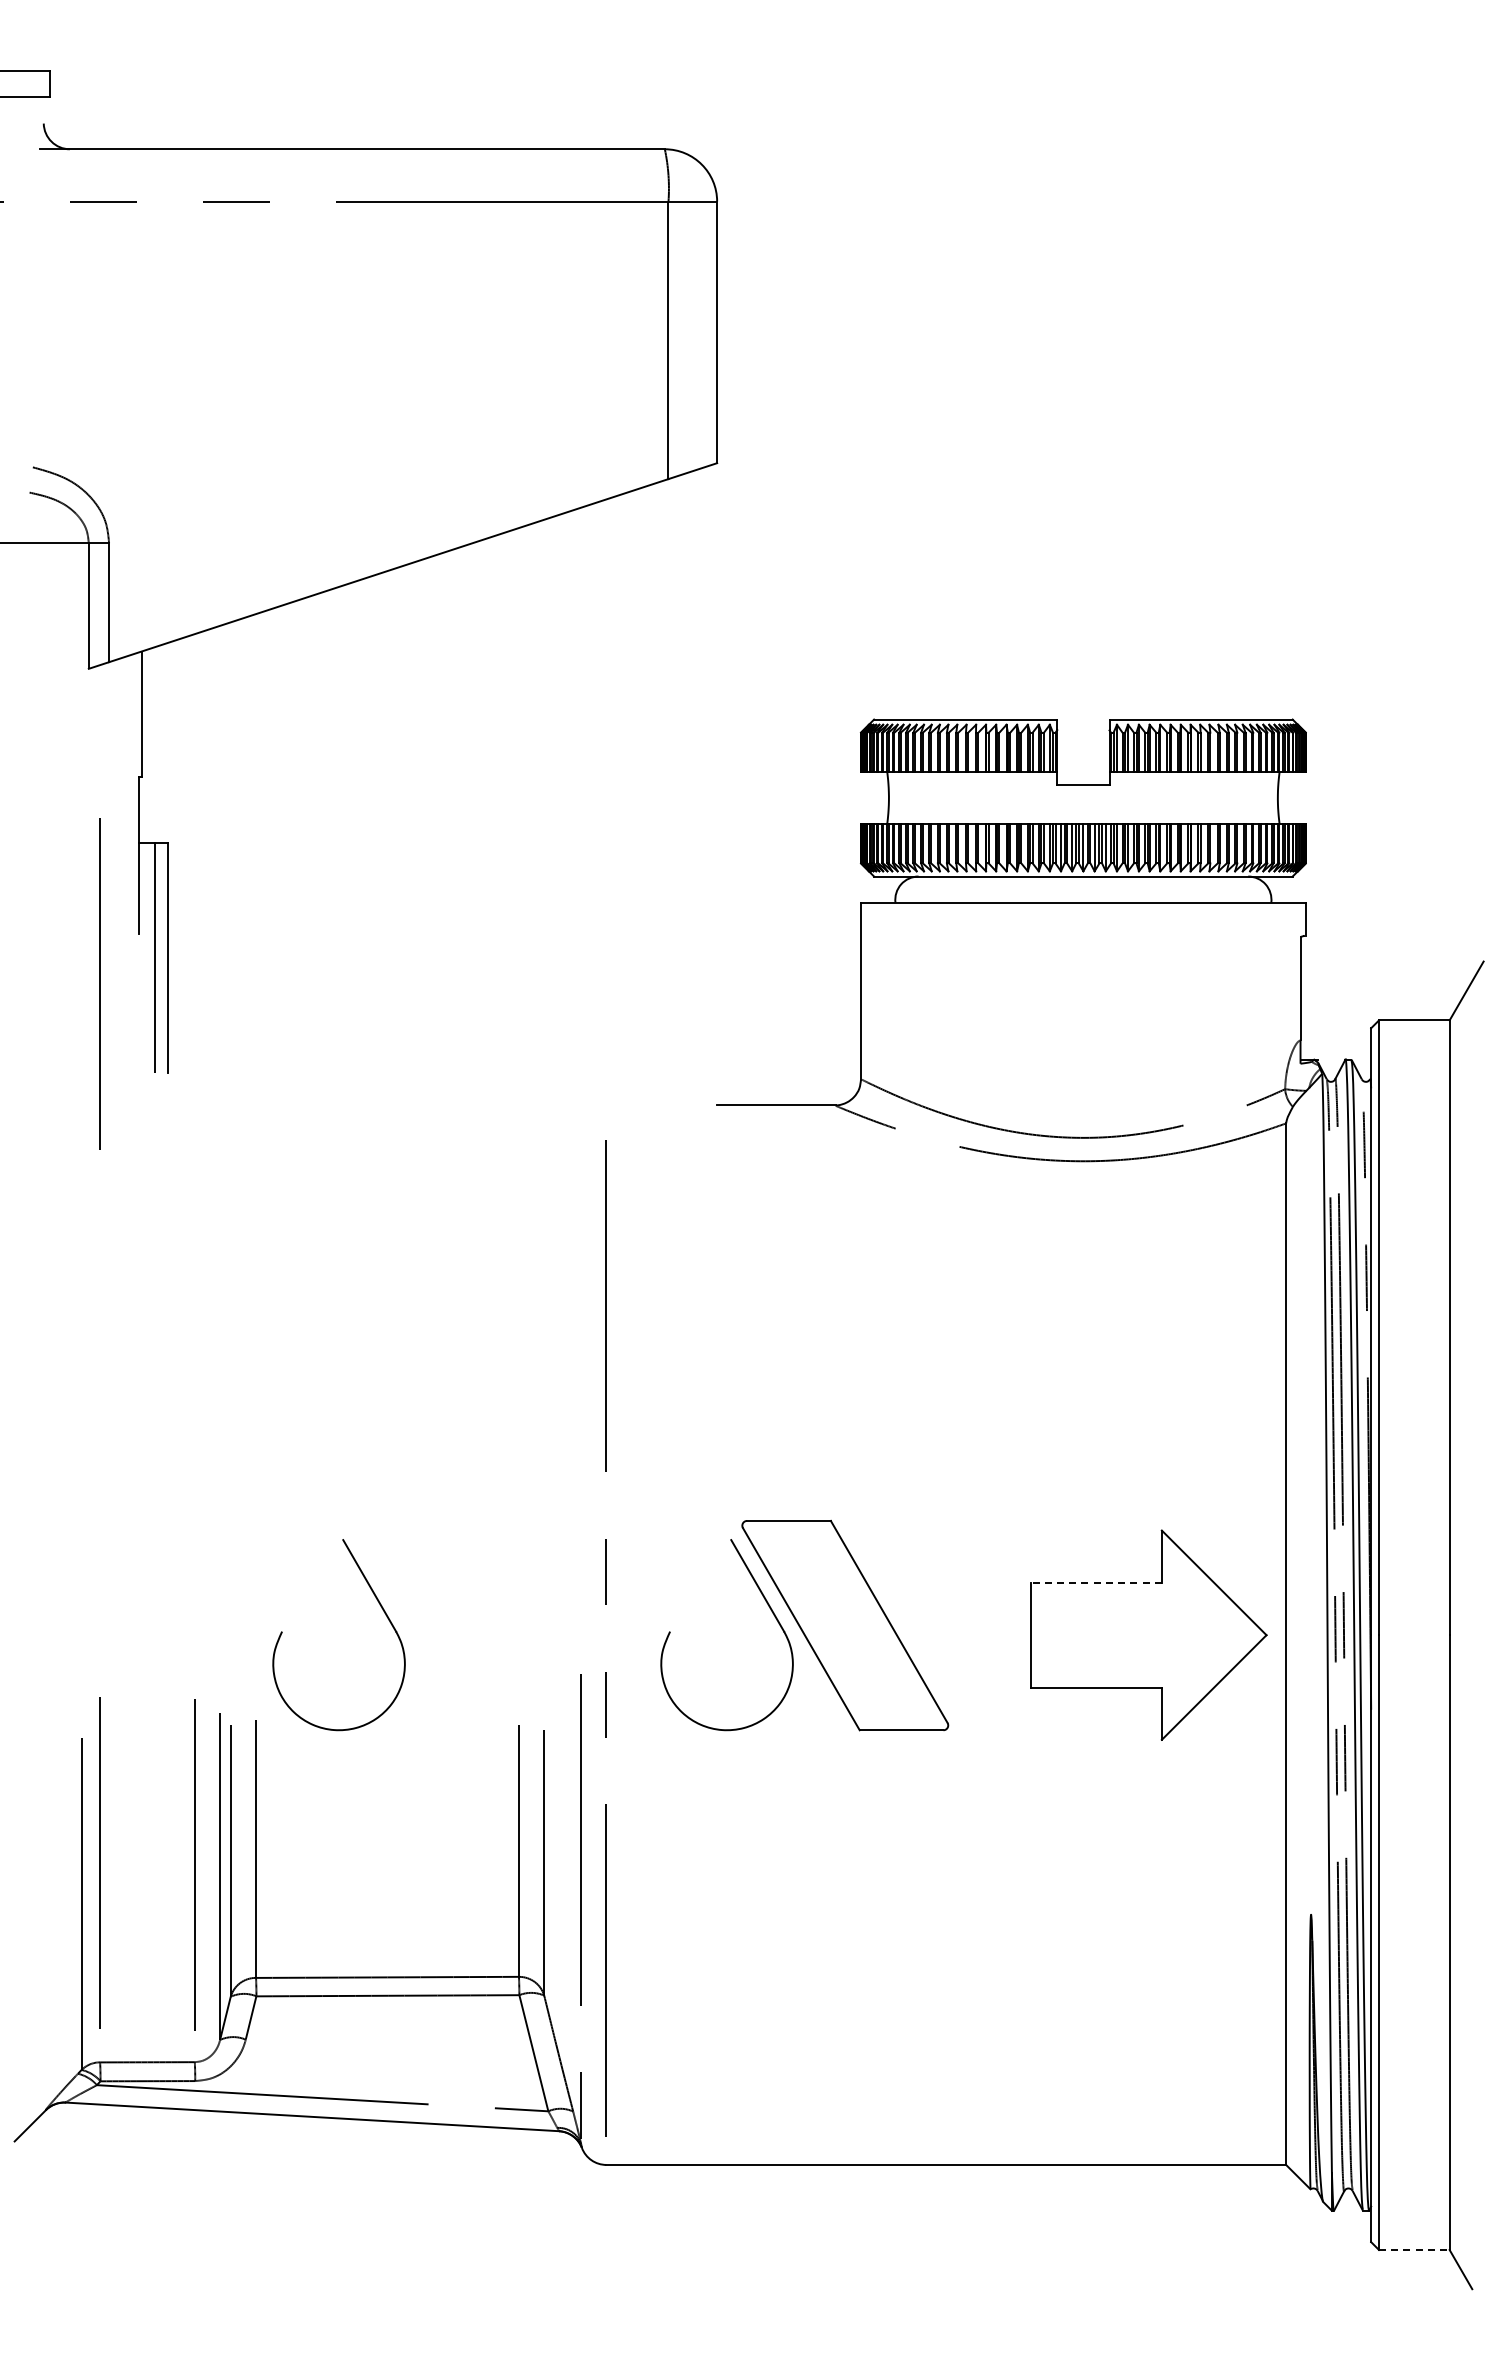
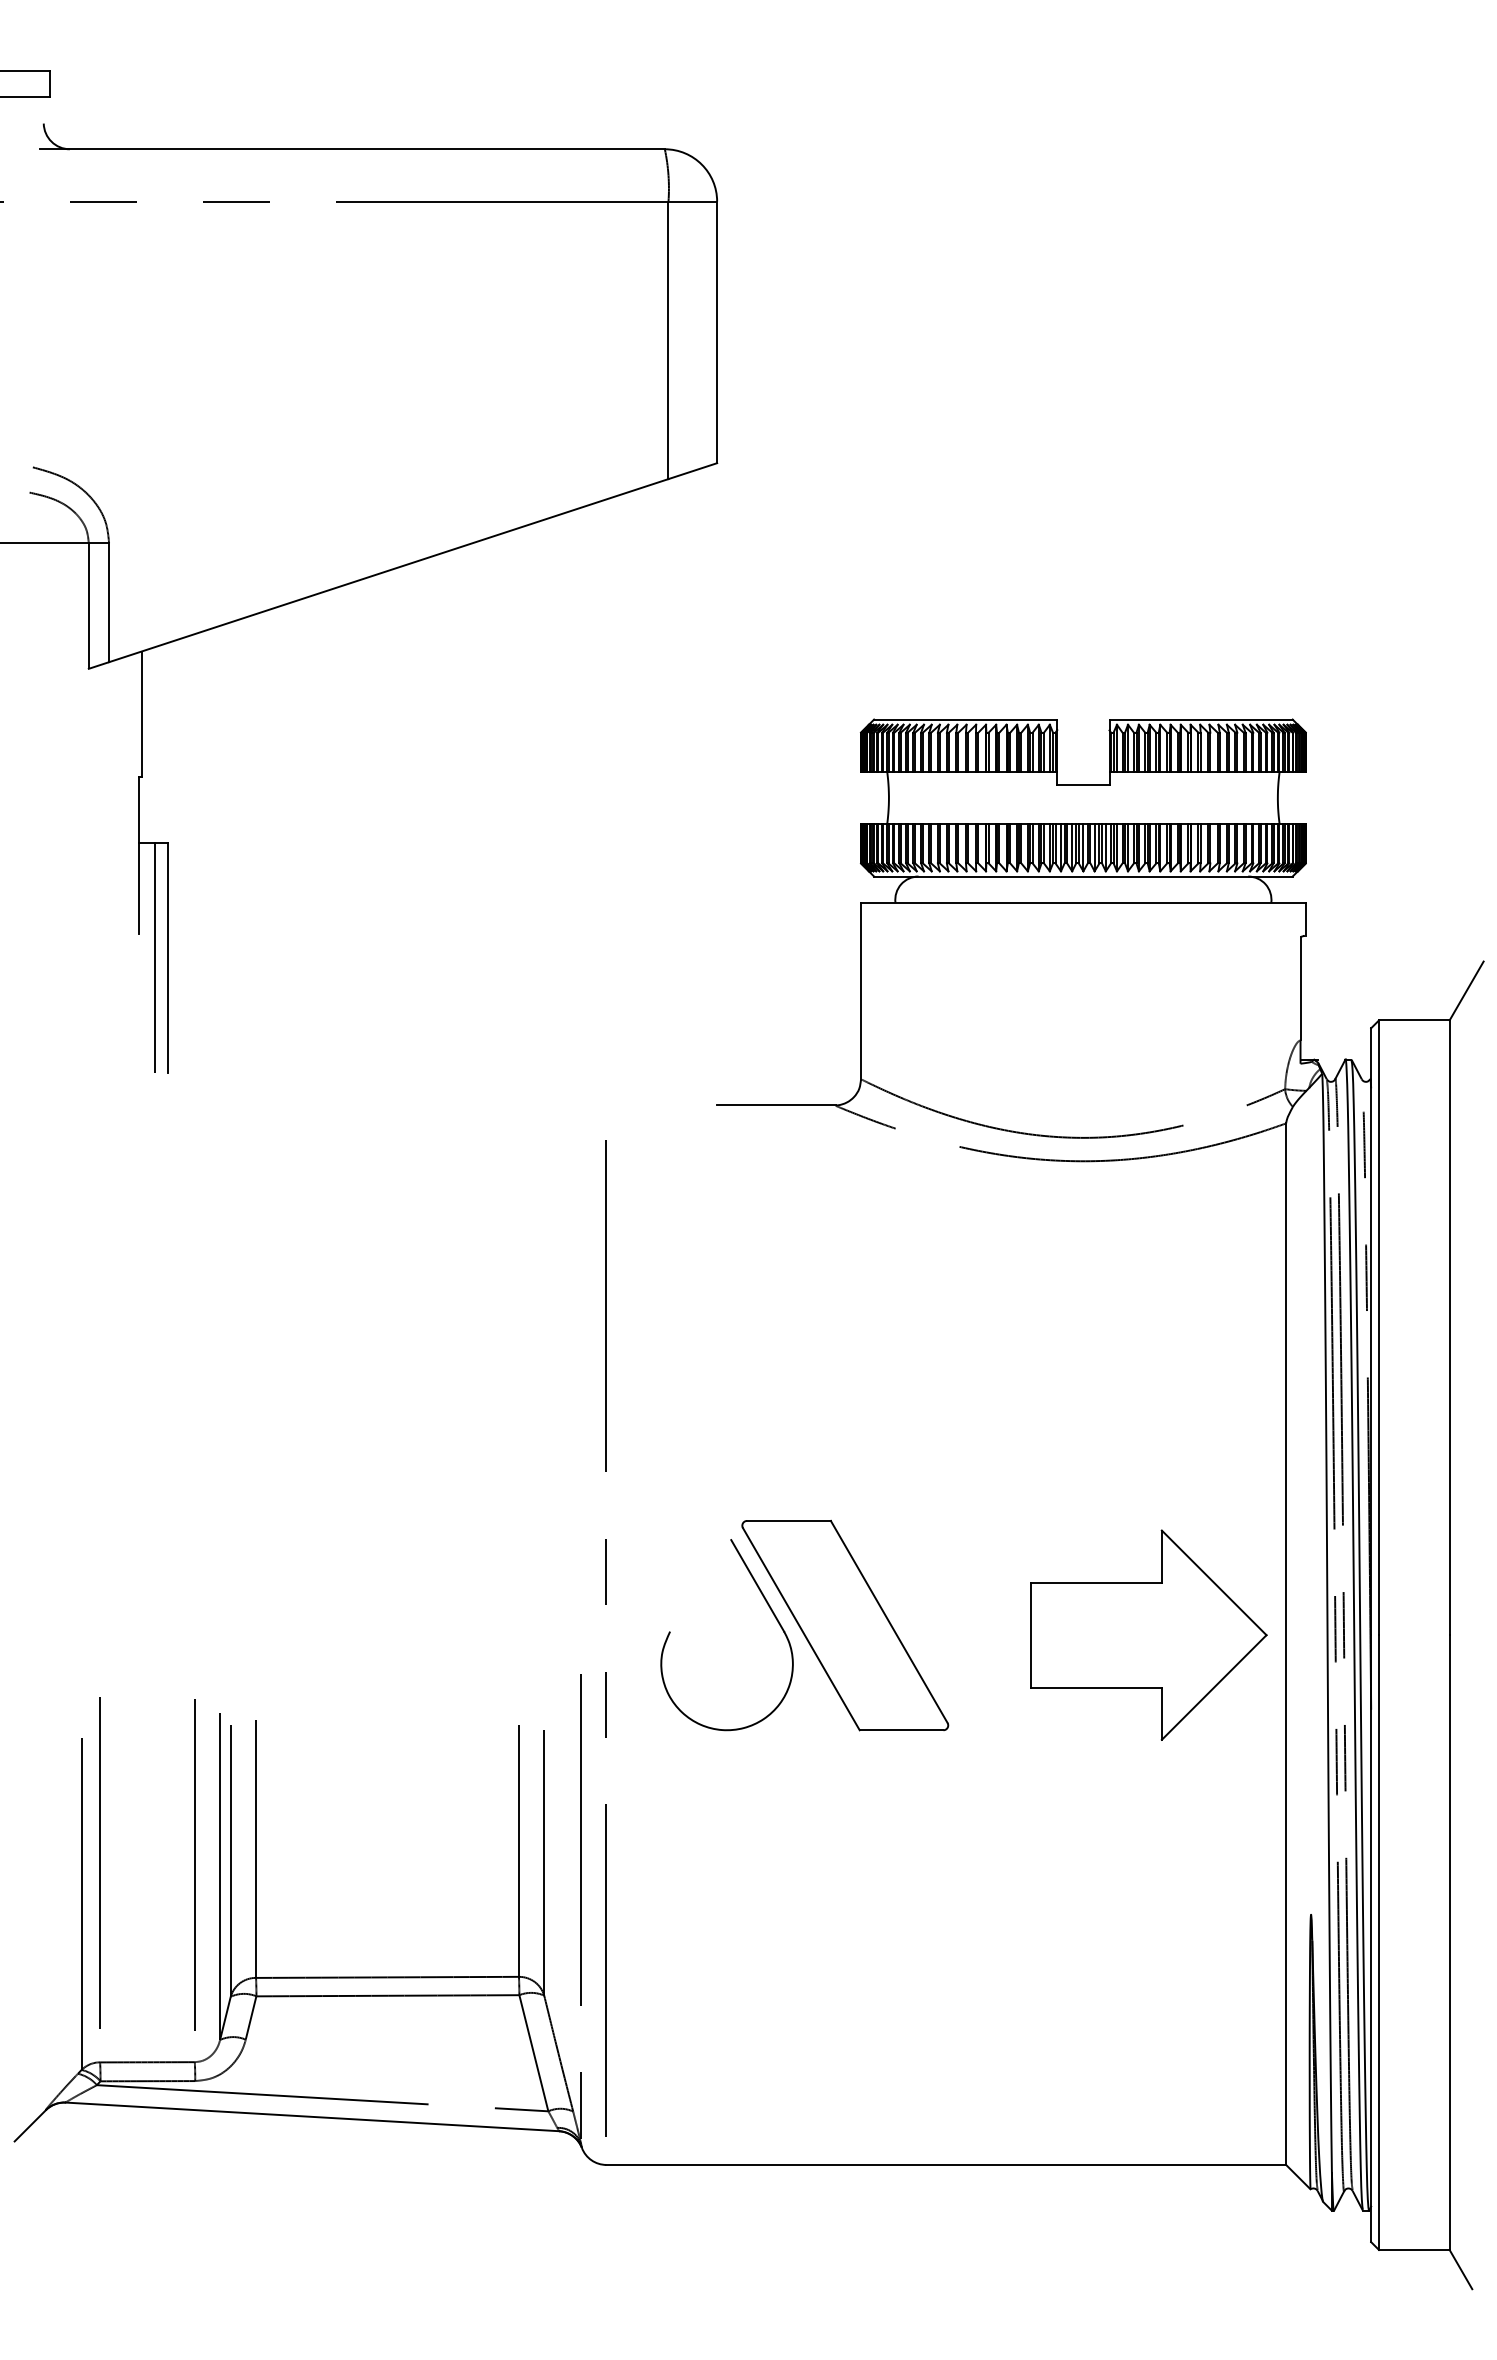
line at (99, 983): present -> none
line at (1095, 1582): dashed -> solid
part at (382, 1610): present -> none
line at (1414, 2249): dashed -> solid
